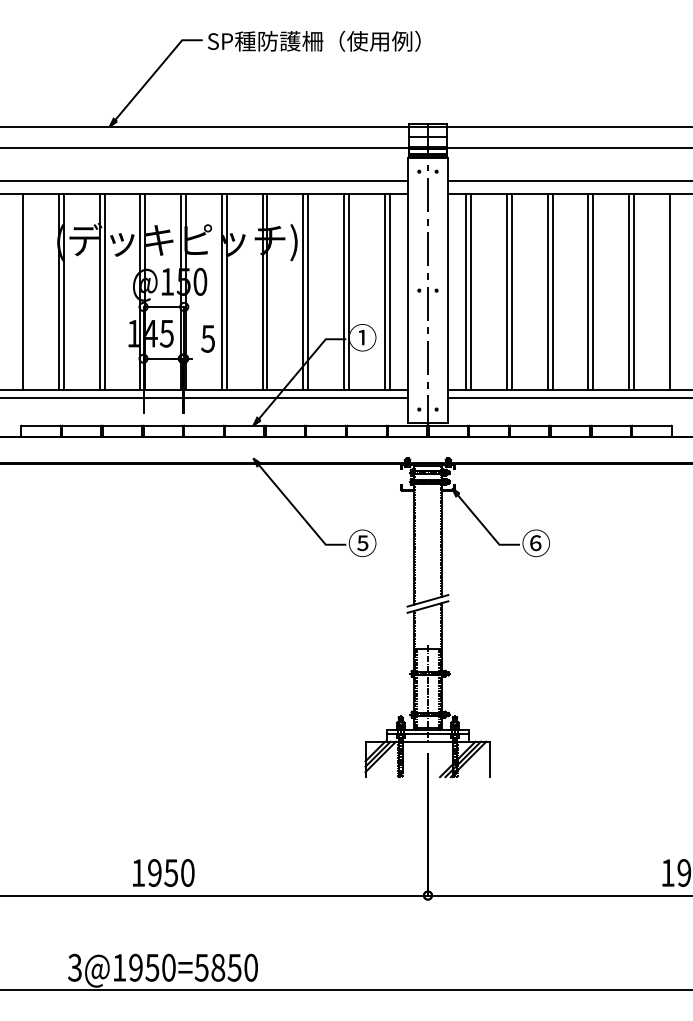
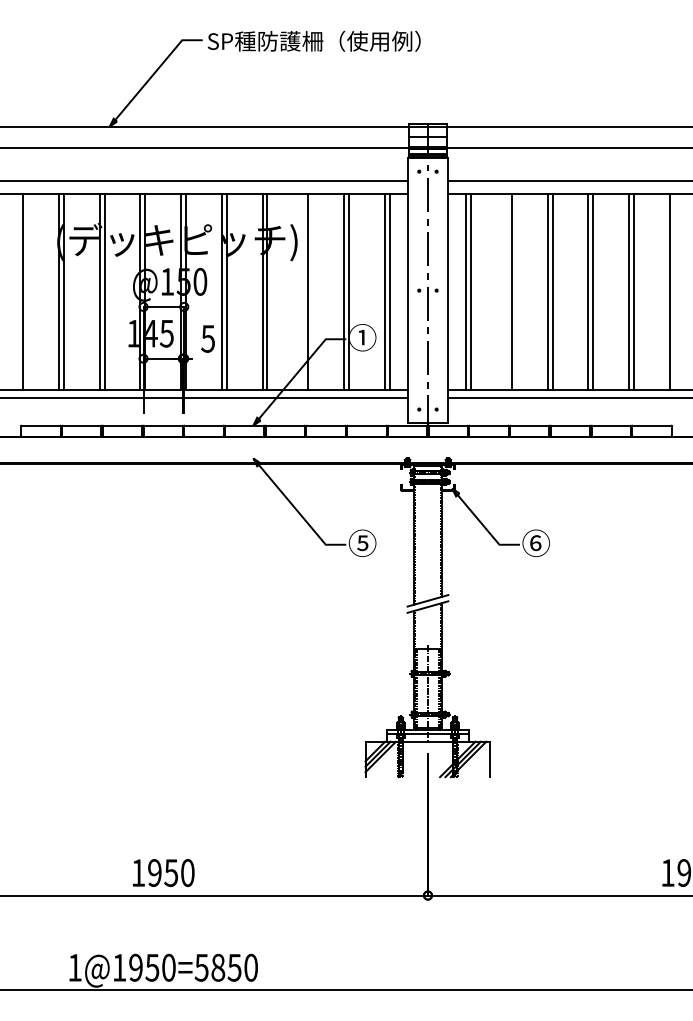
line at (303, 291): present -> none
line at (506, 291): present -> none
text at (74, 967): 3@1950=5850 -> 1@1950=5850
